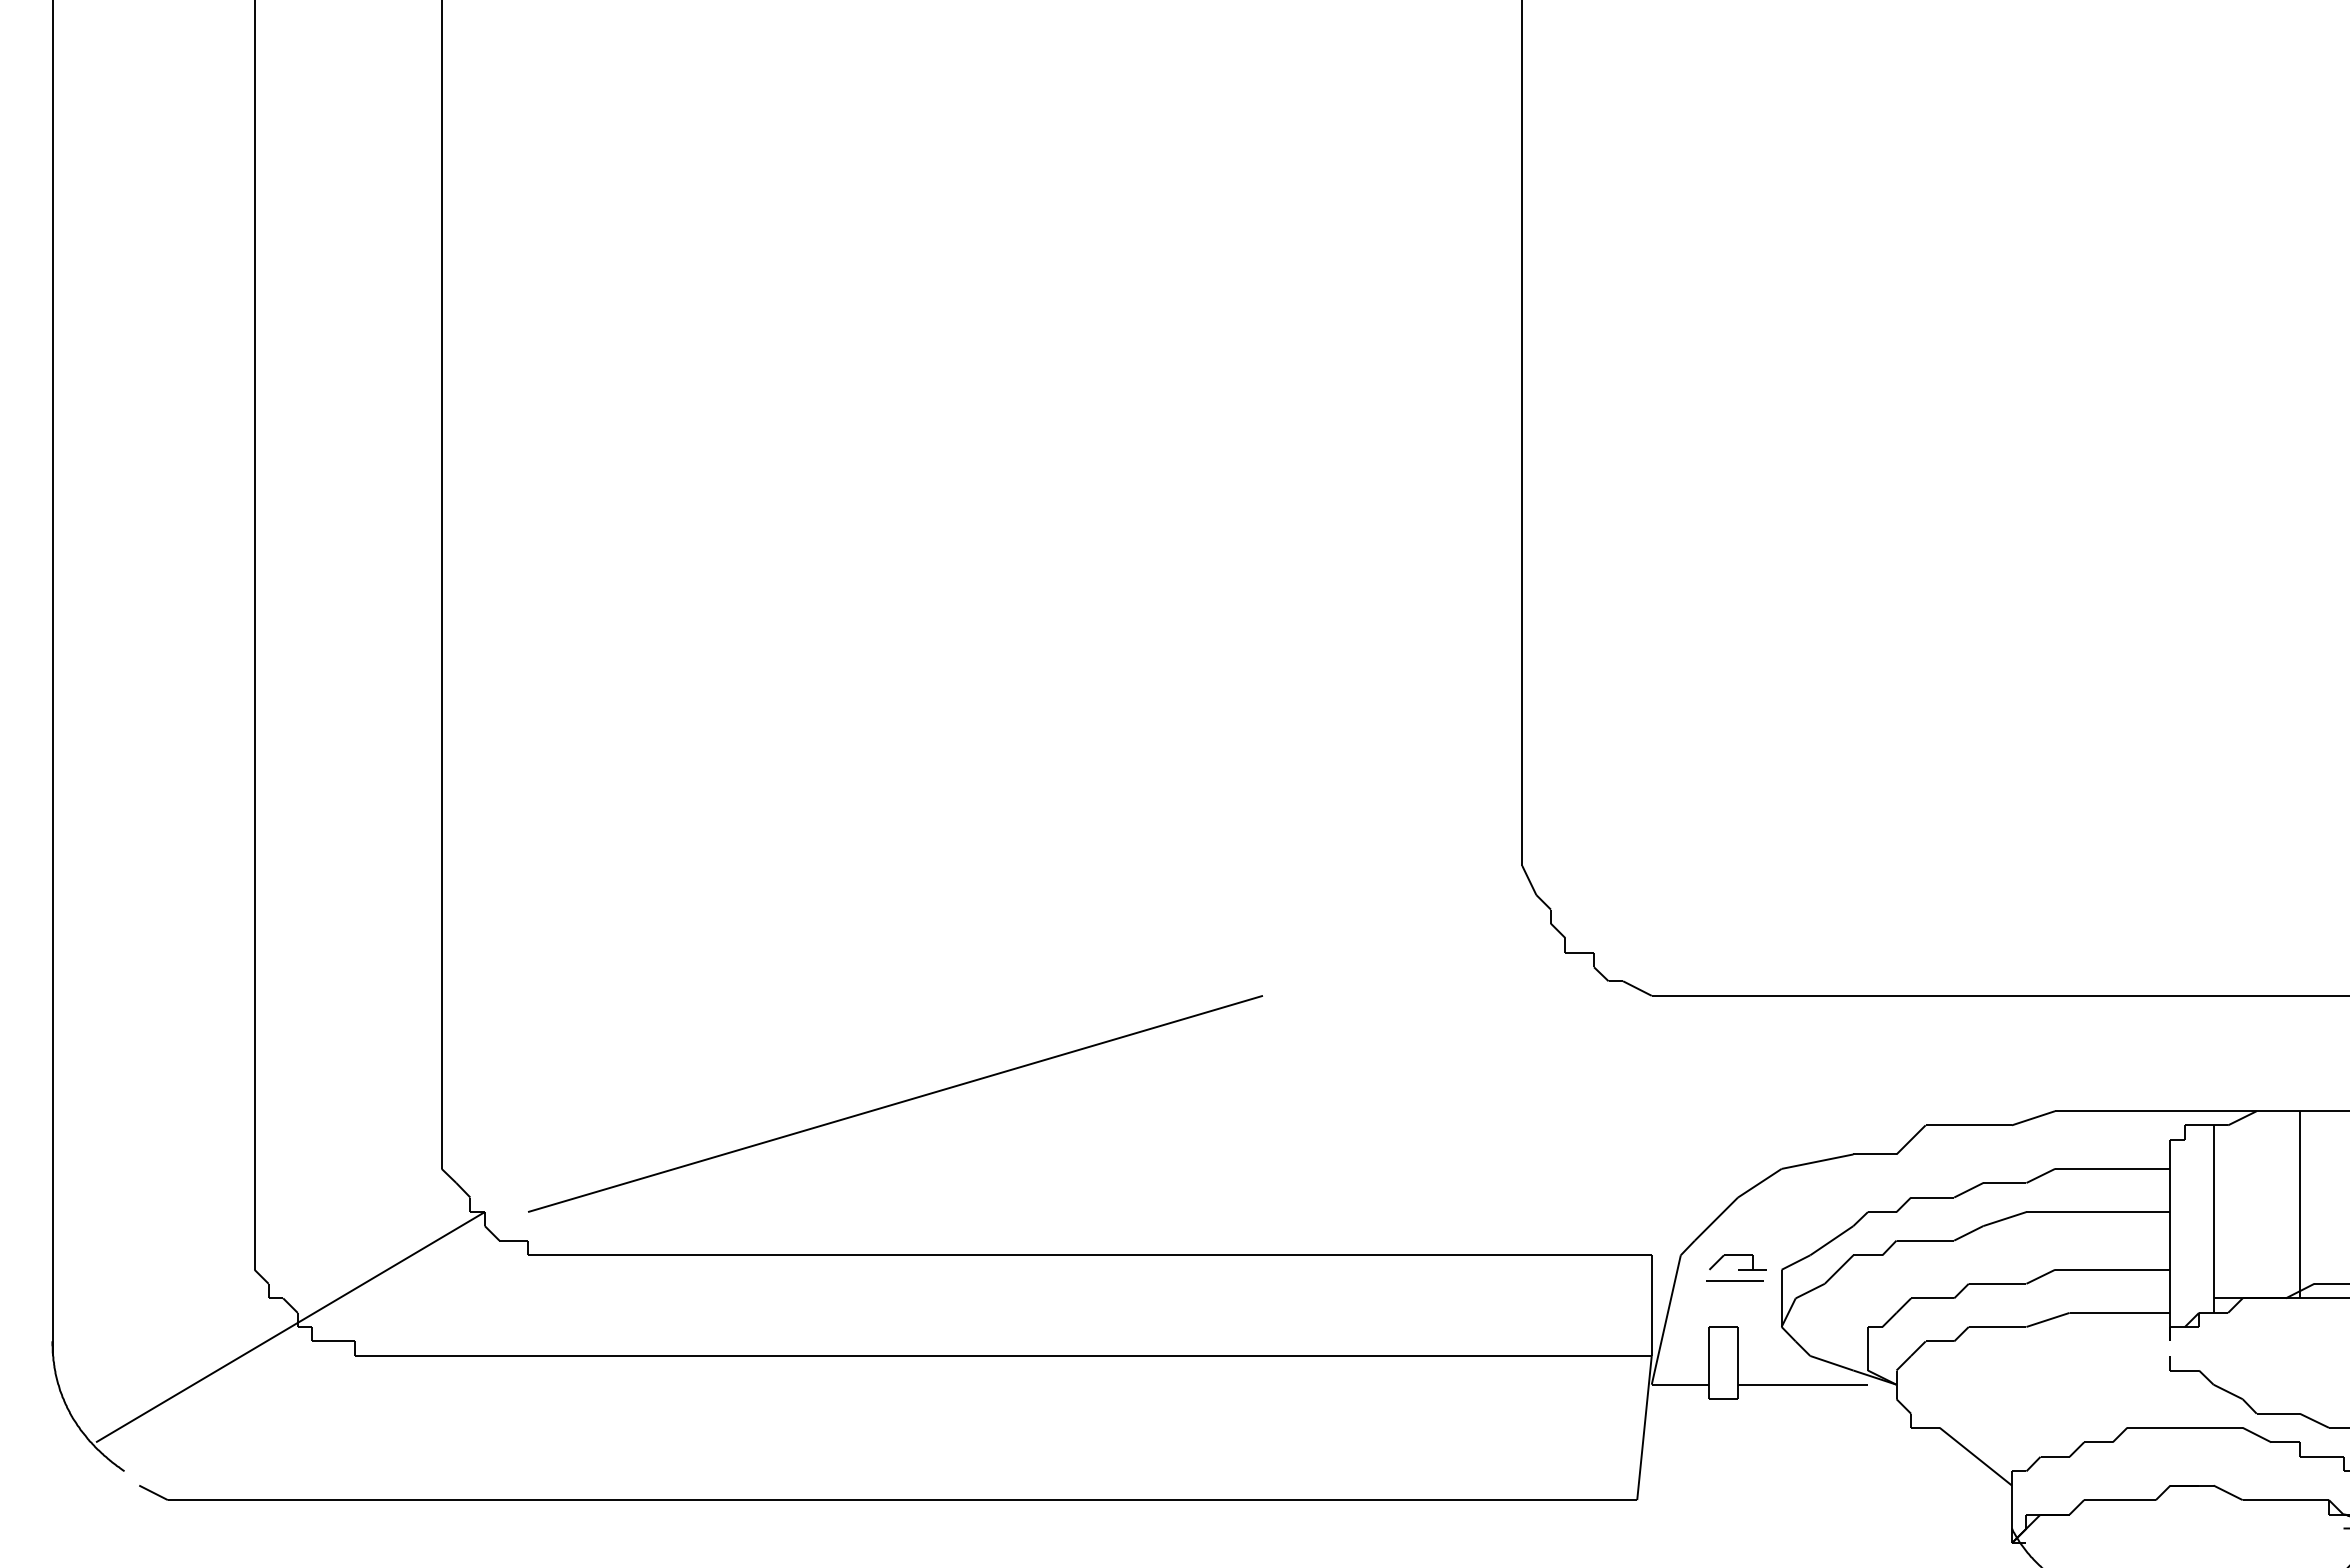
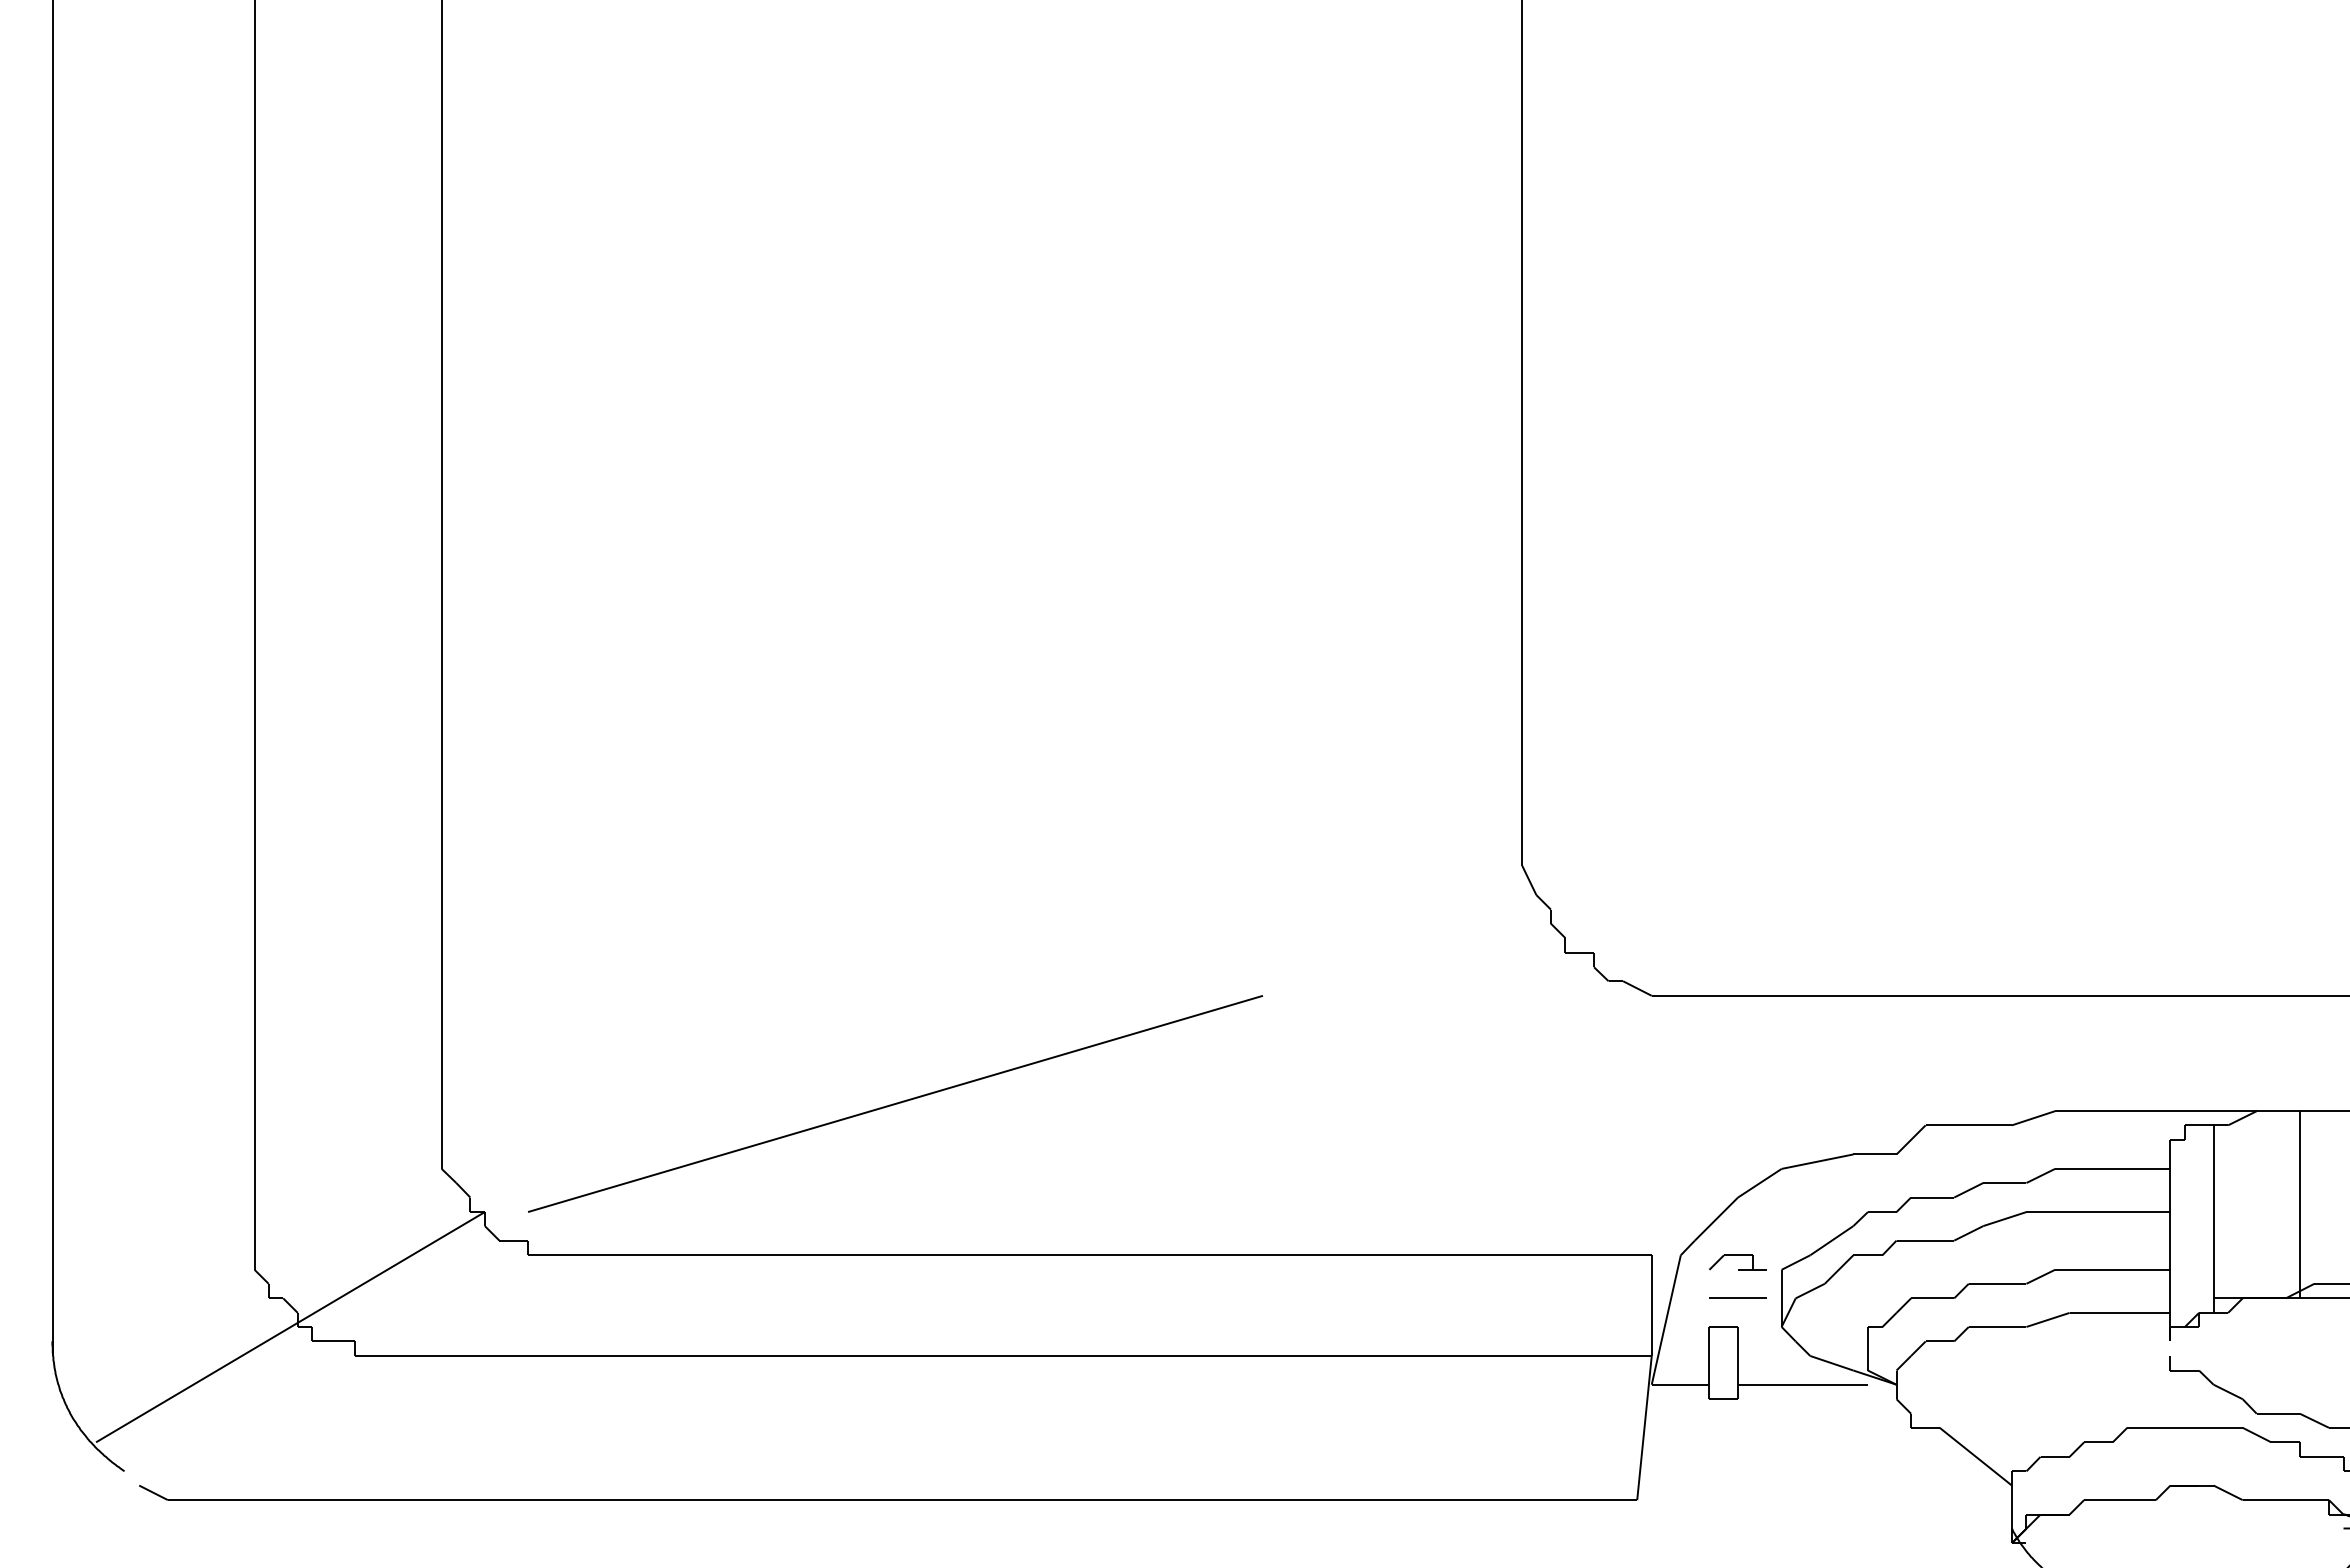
line at (1734, 1280) position: (1734, 1280) -> (1737, 1297)
